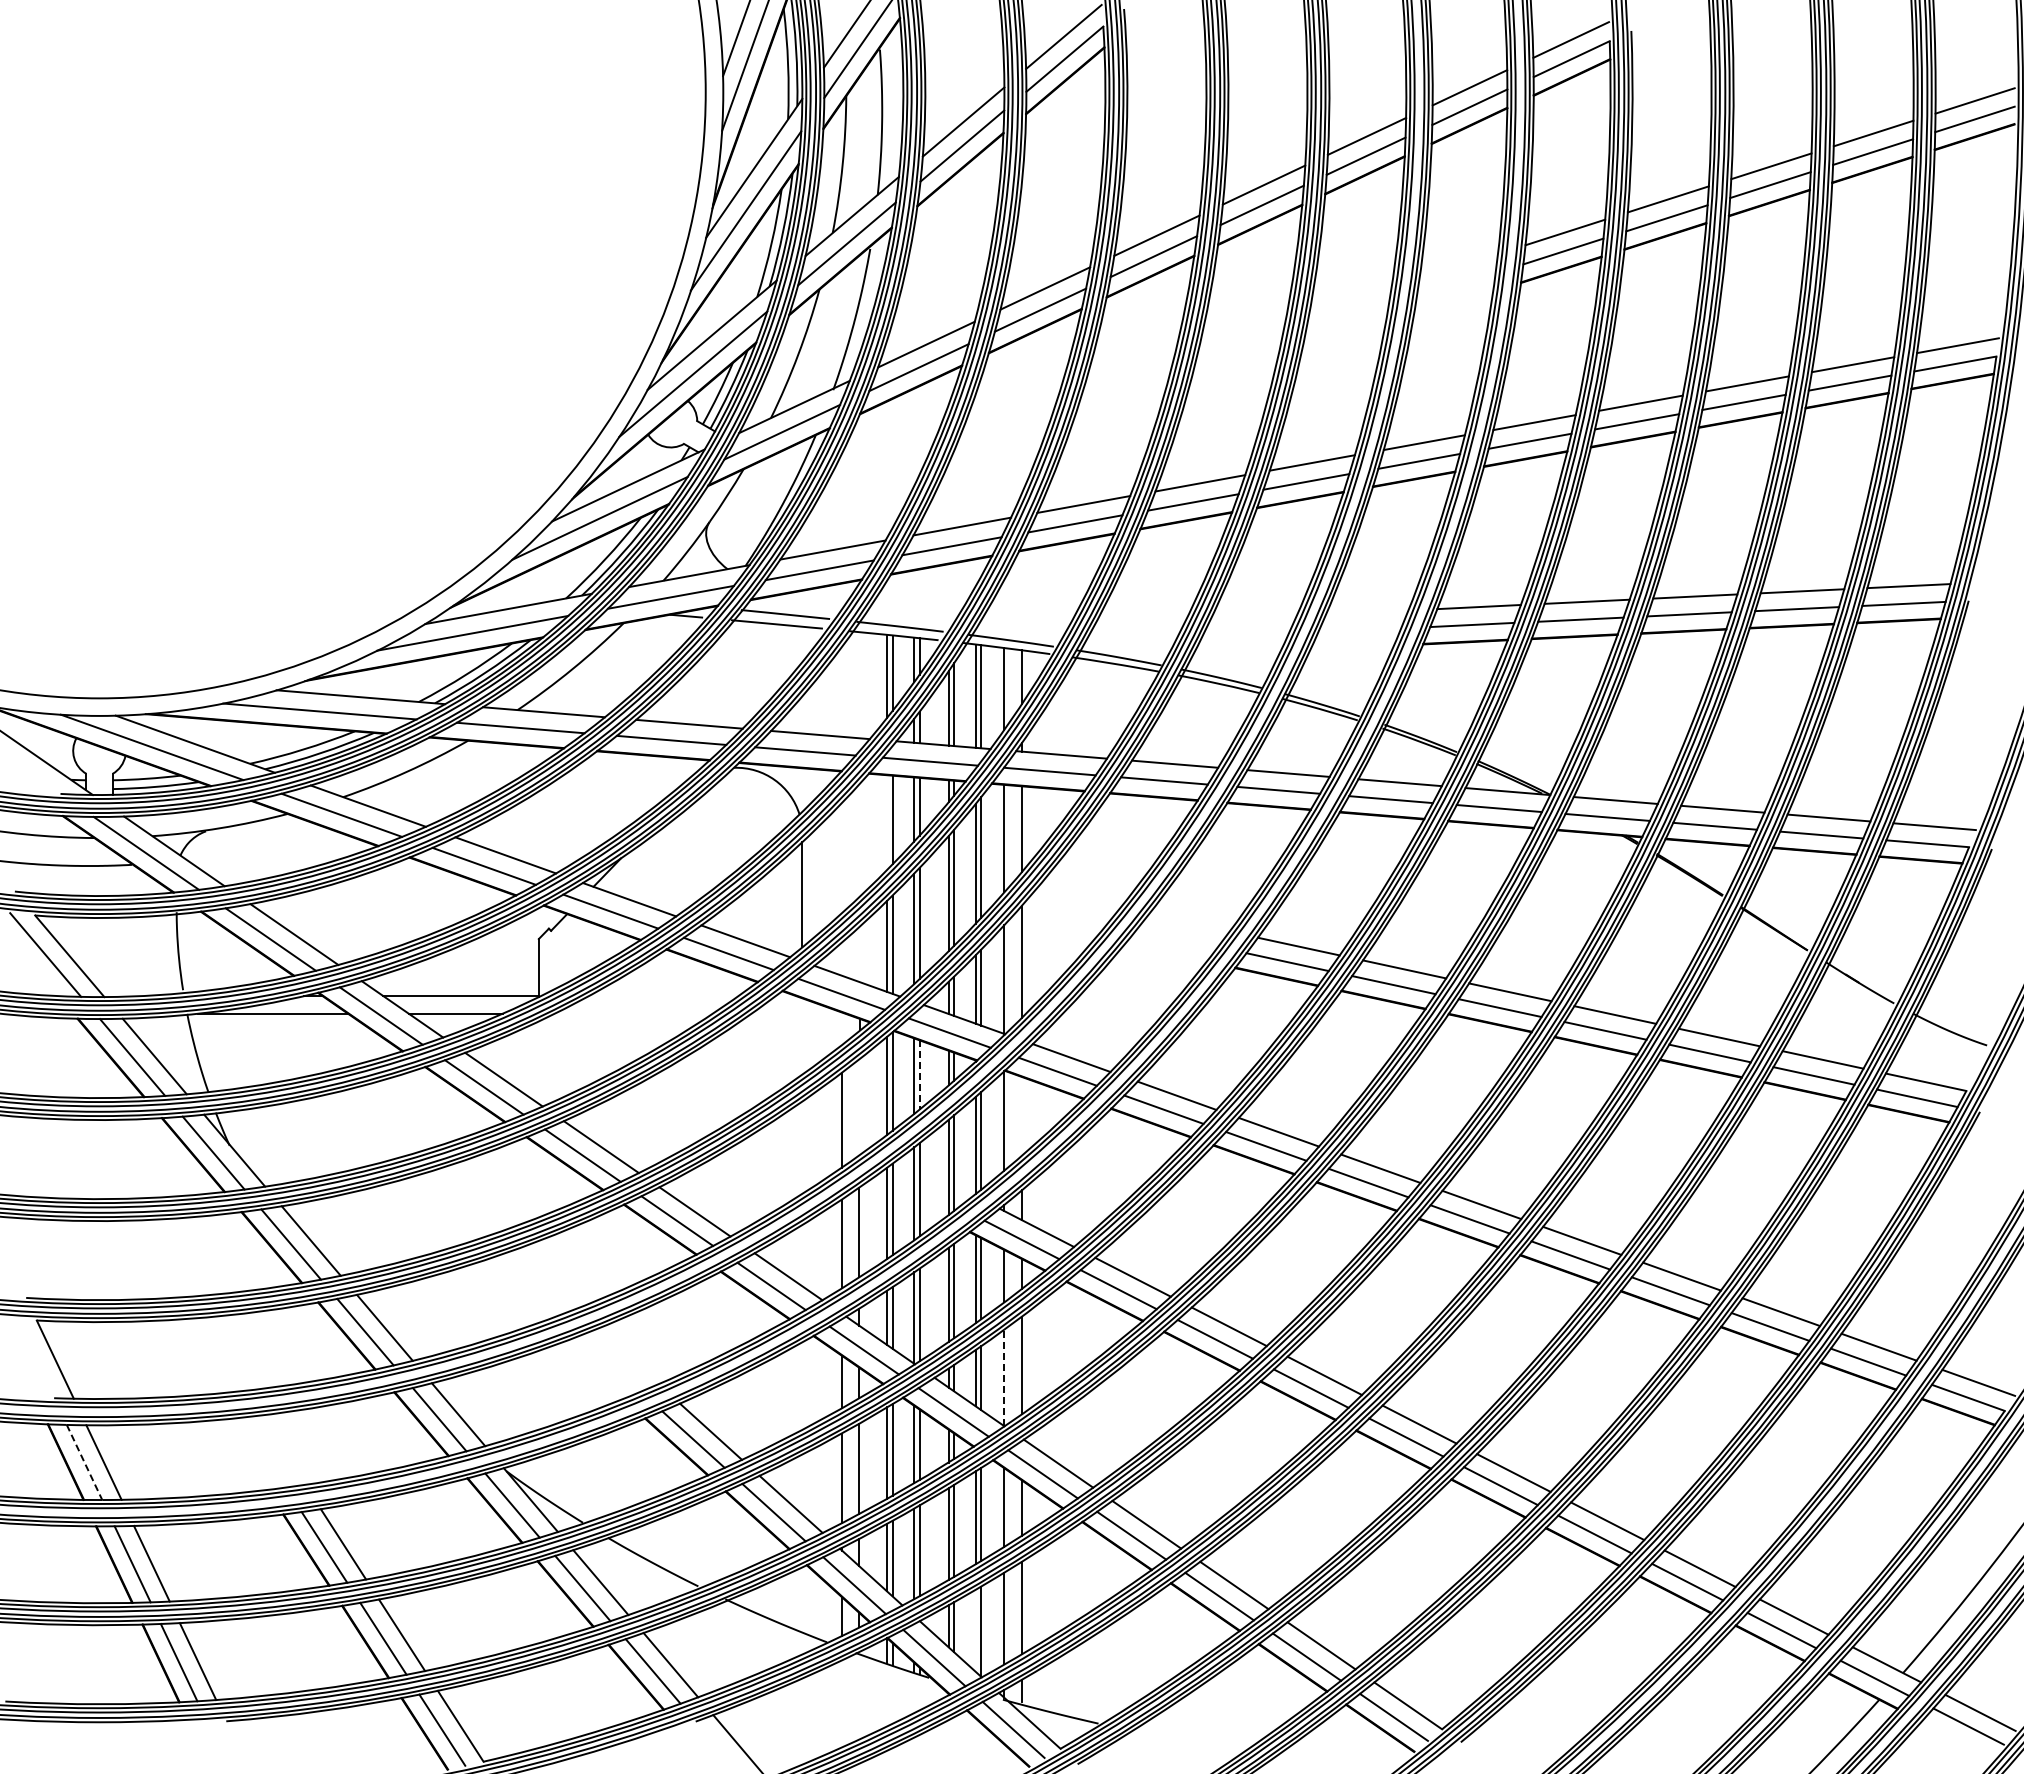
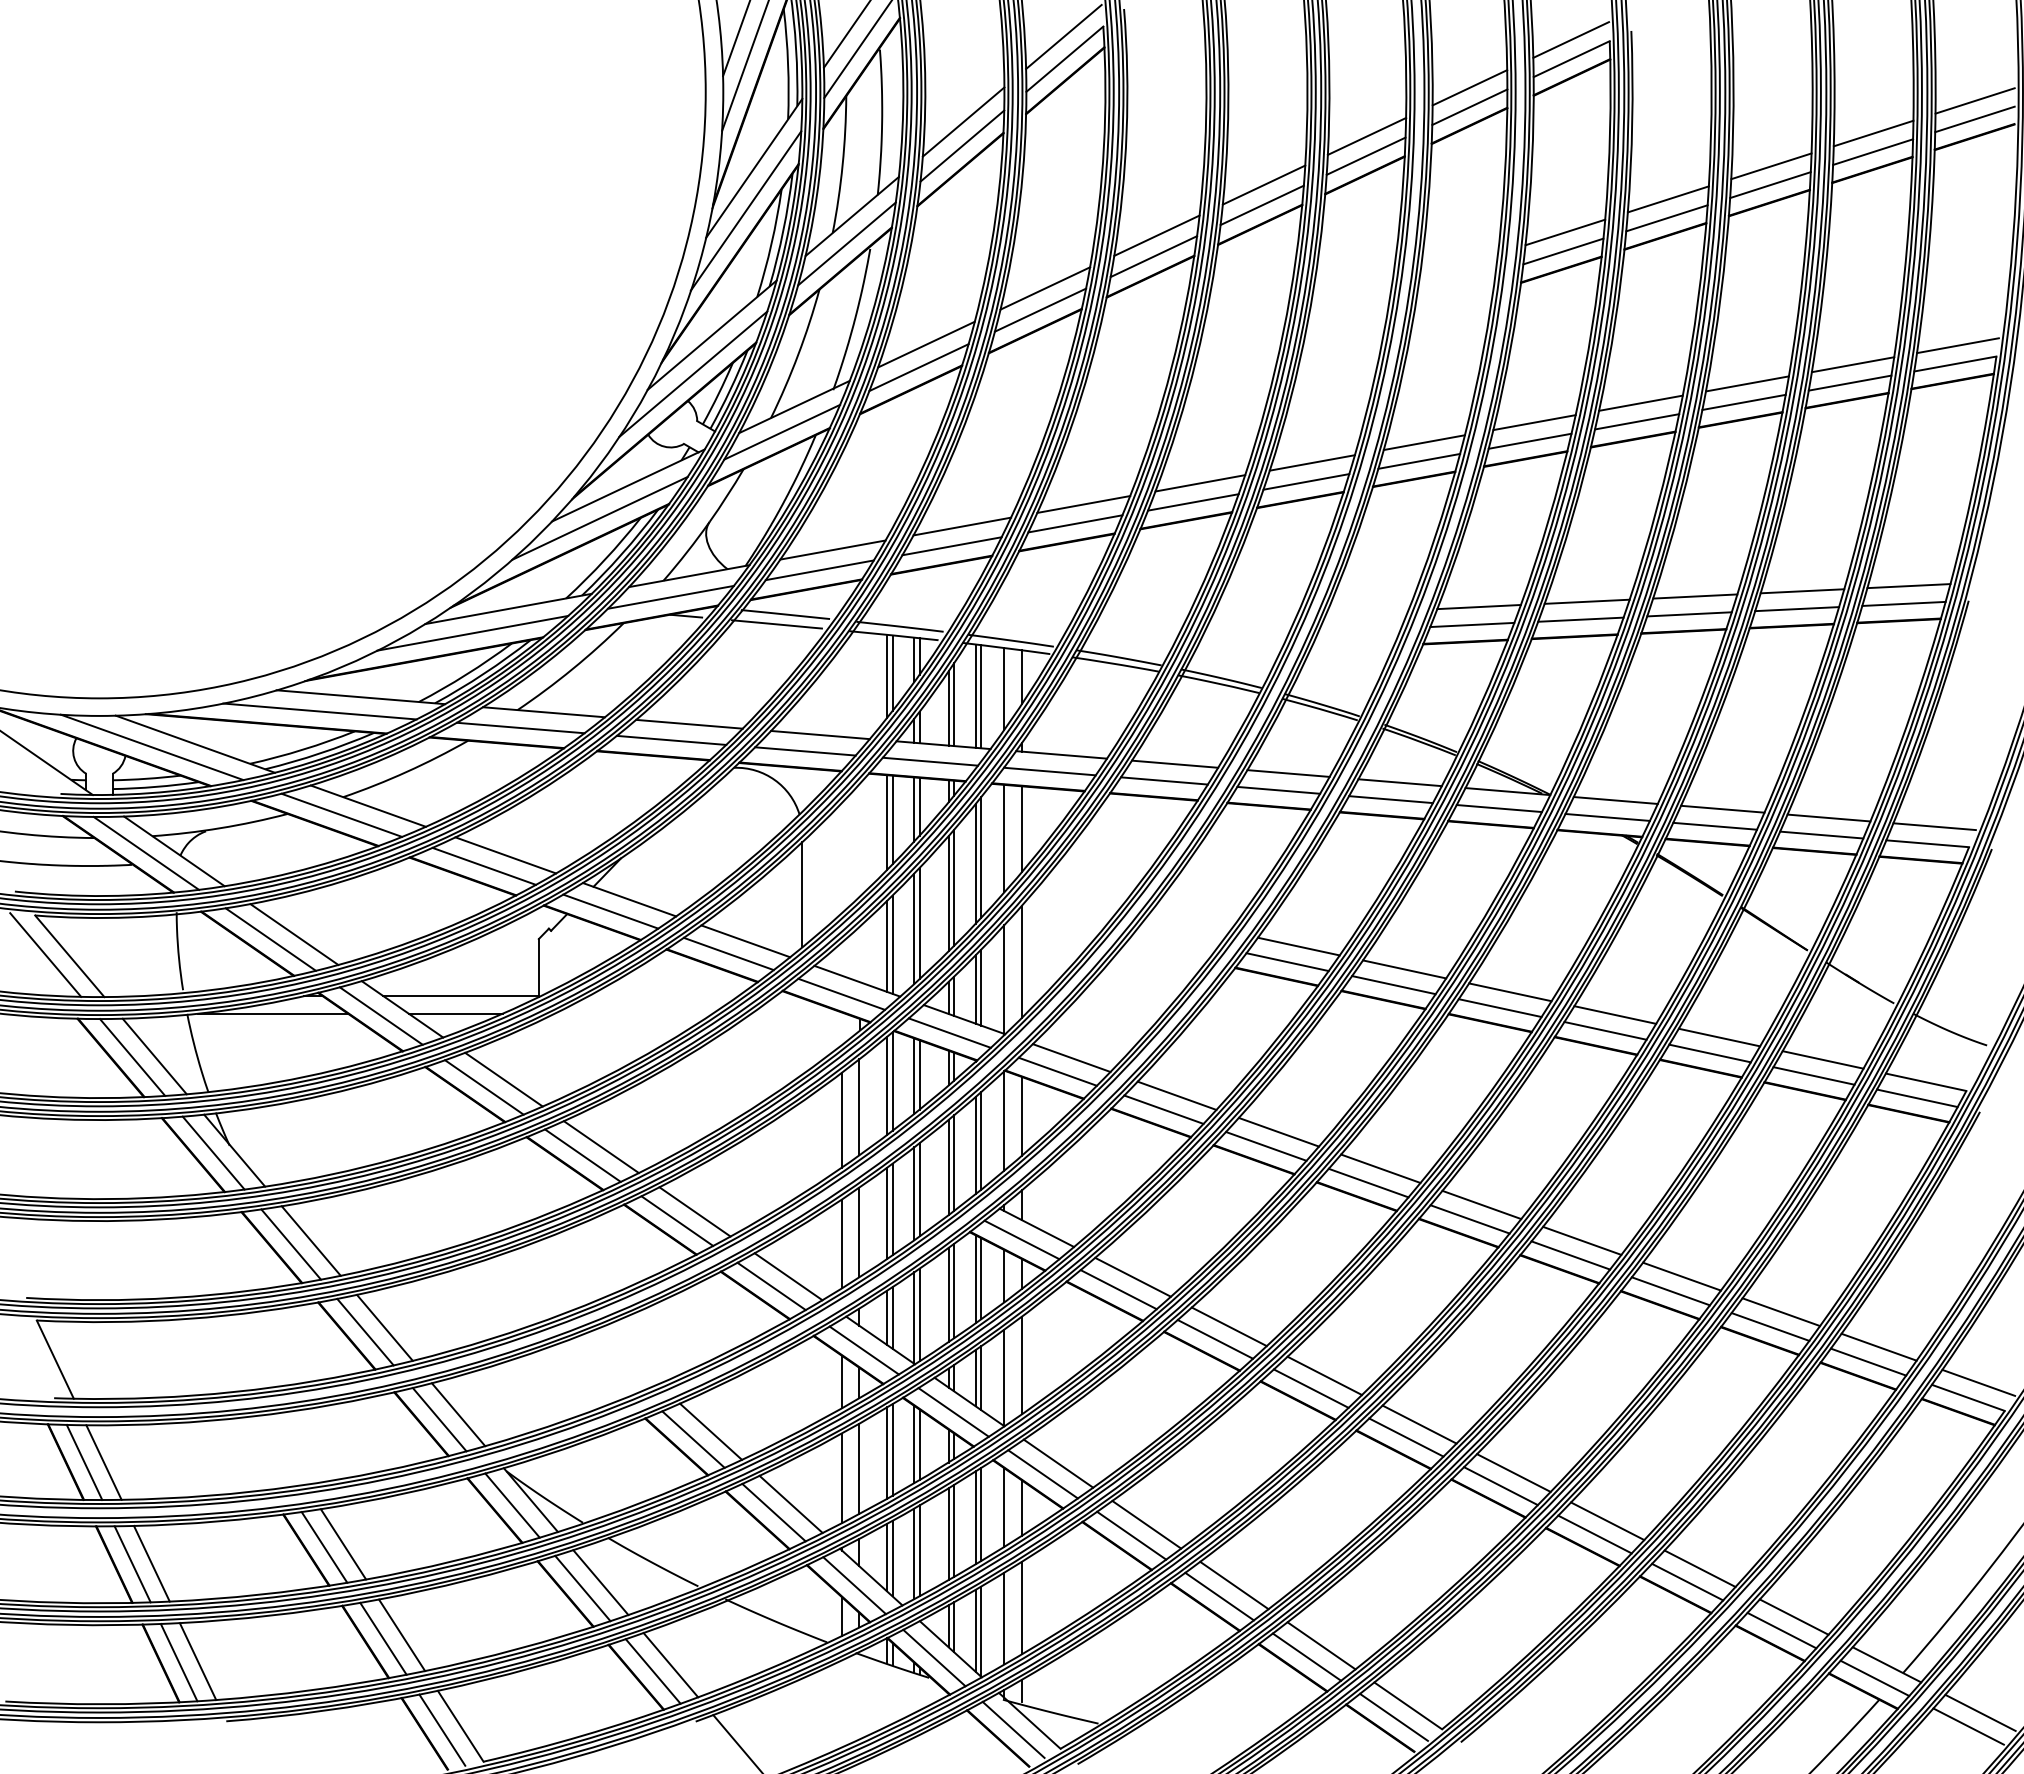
line at (887, 822): none -> present
line at (919, 1074): dashed -> solid
line at (859, 1107): none -> present
line at (1022, 1115): none -> present
line at (1004, 1377): dashed -> solid
line at (84, 1462): dashed -> solid
line at (975, 1630): none -> present
